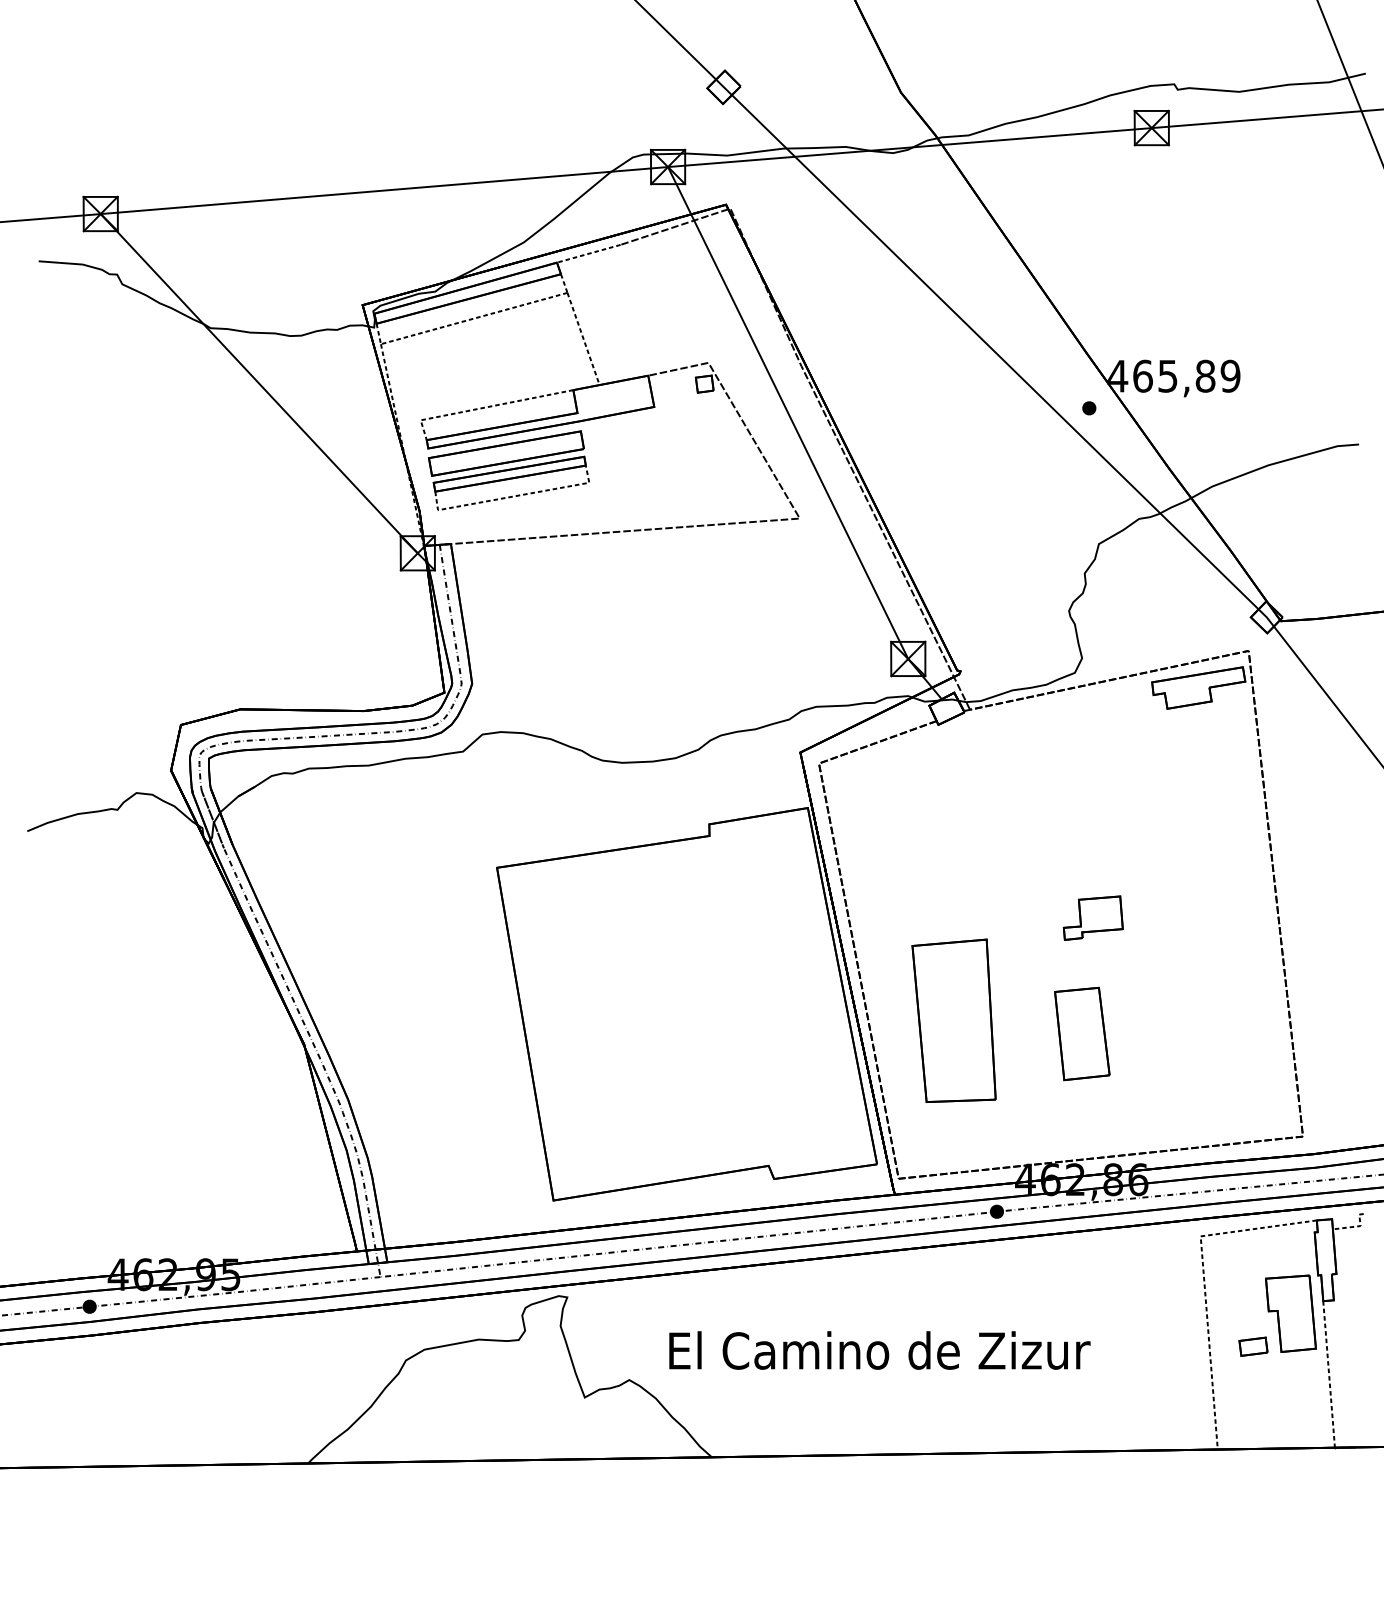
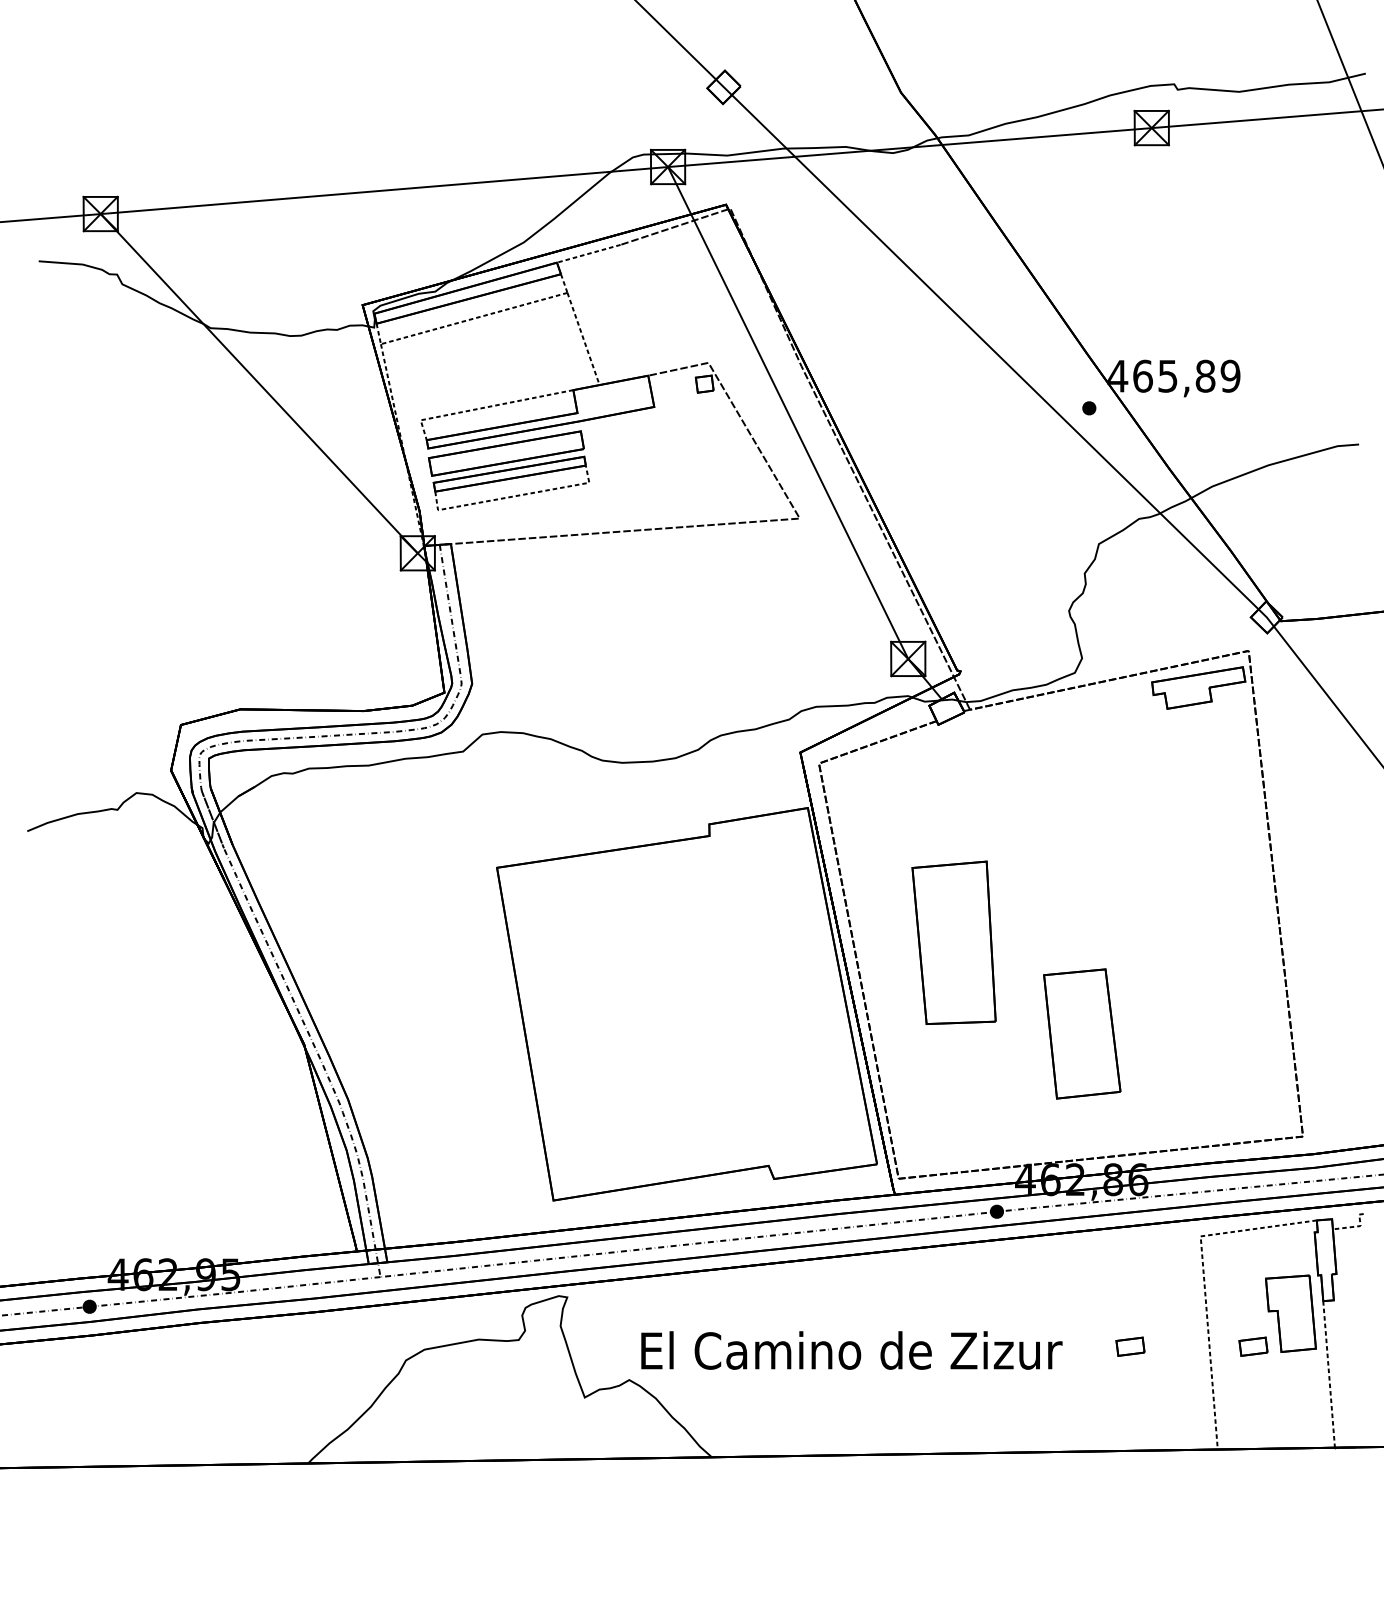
part at (1092, 917): present -> none
part at (953, 1020) position: (953, 1020) -> (953, 942)
part at (1082, 1033) size: 57x96 px -> 79x132 px
part at (1130, 1346): none -> present
text at (879, 1350) position: (879, 1350) -> (851, 1350)
